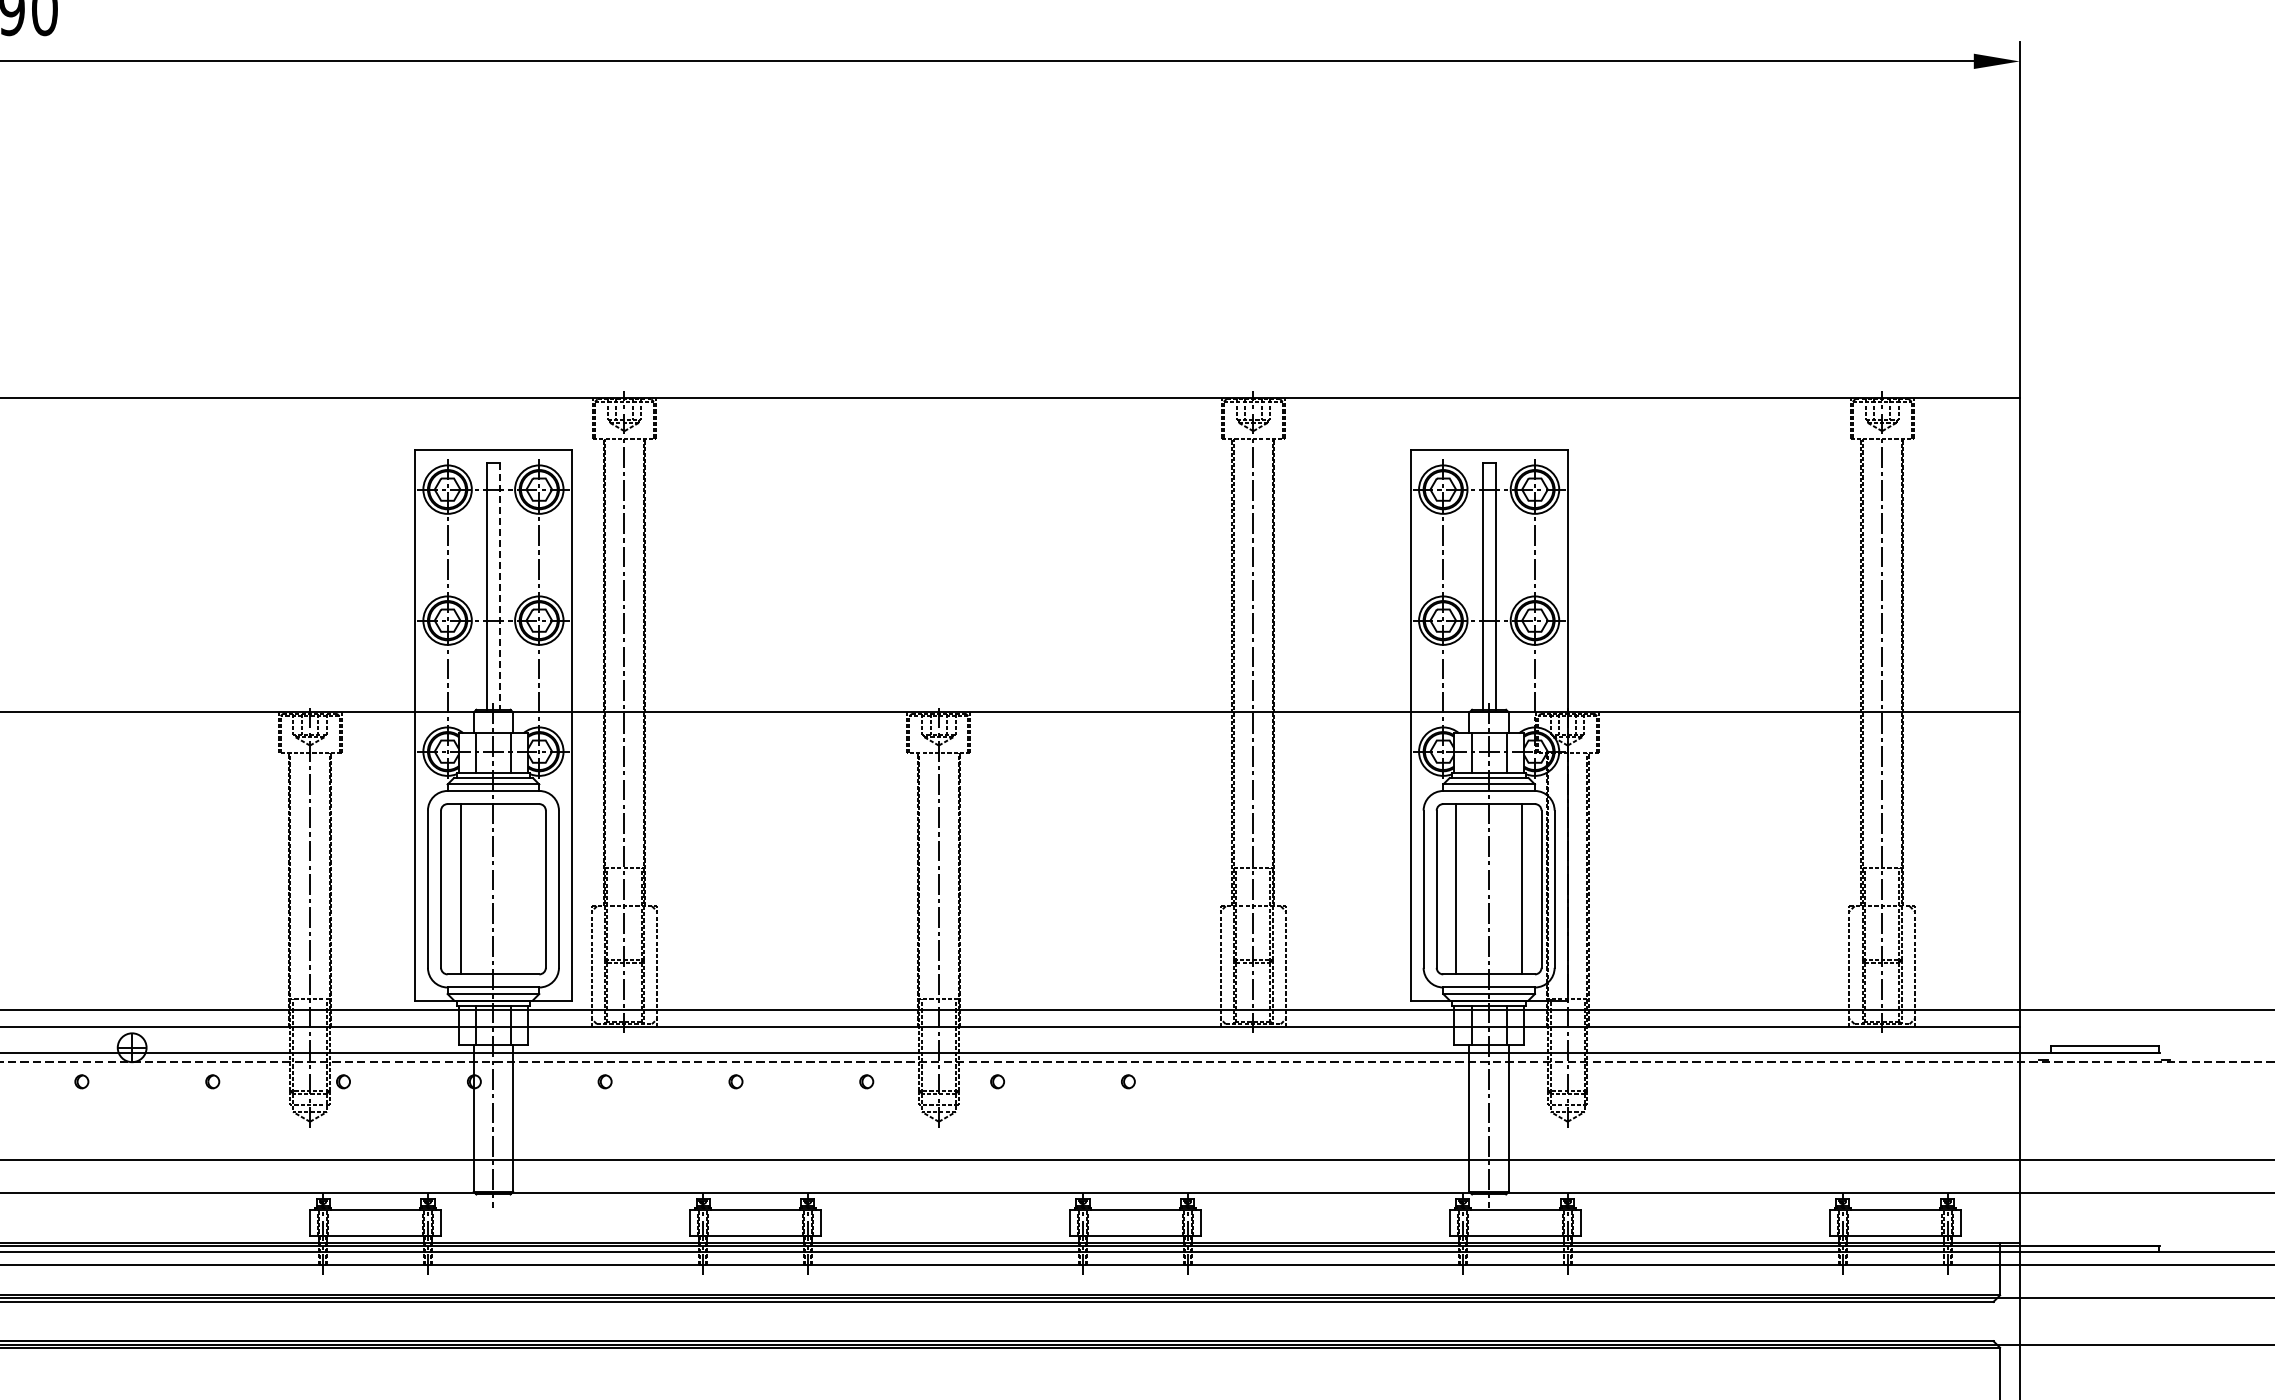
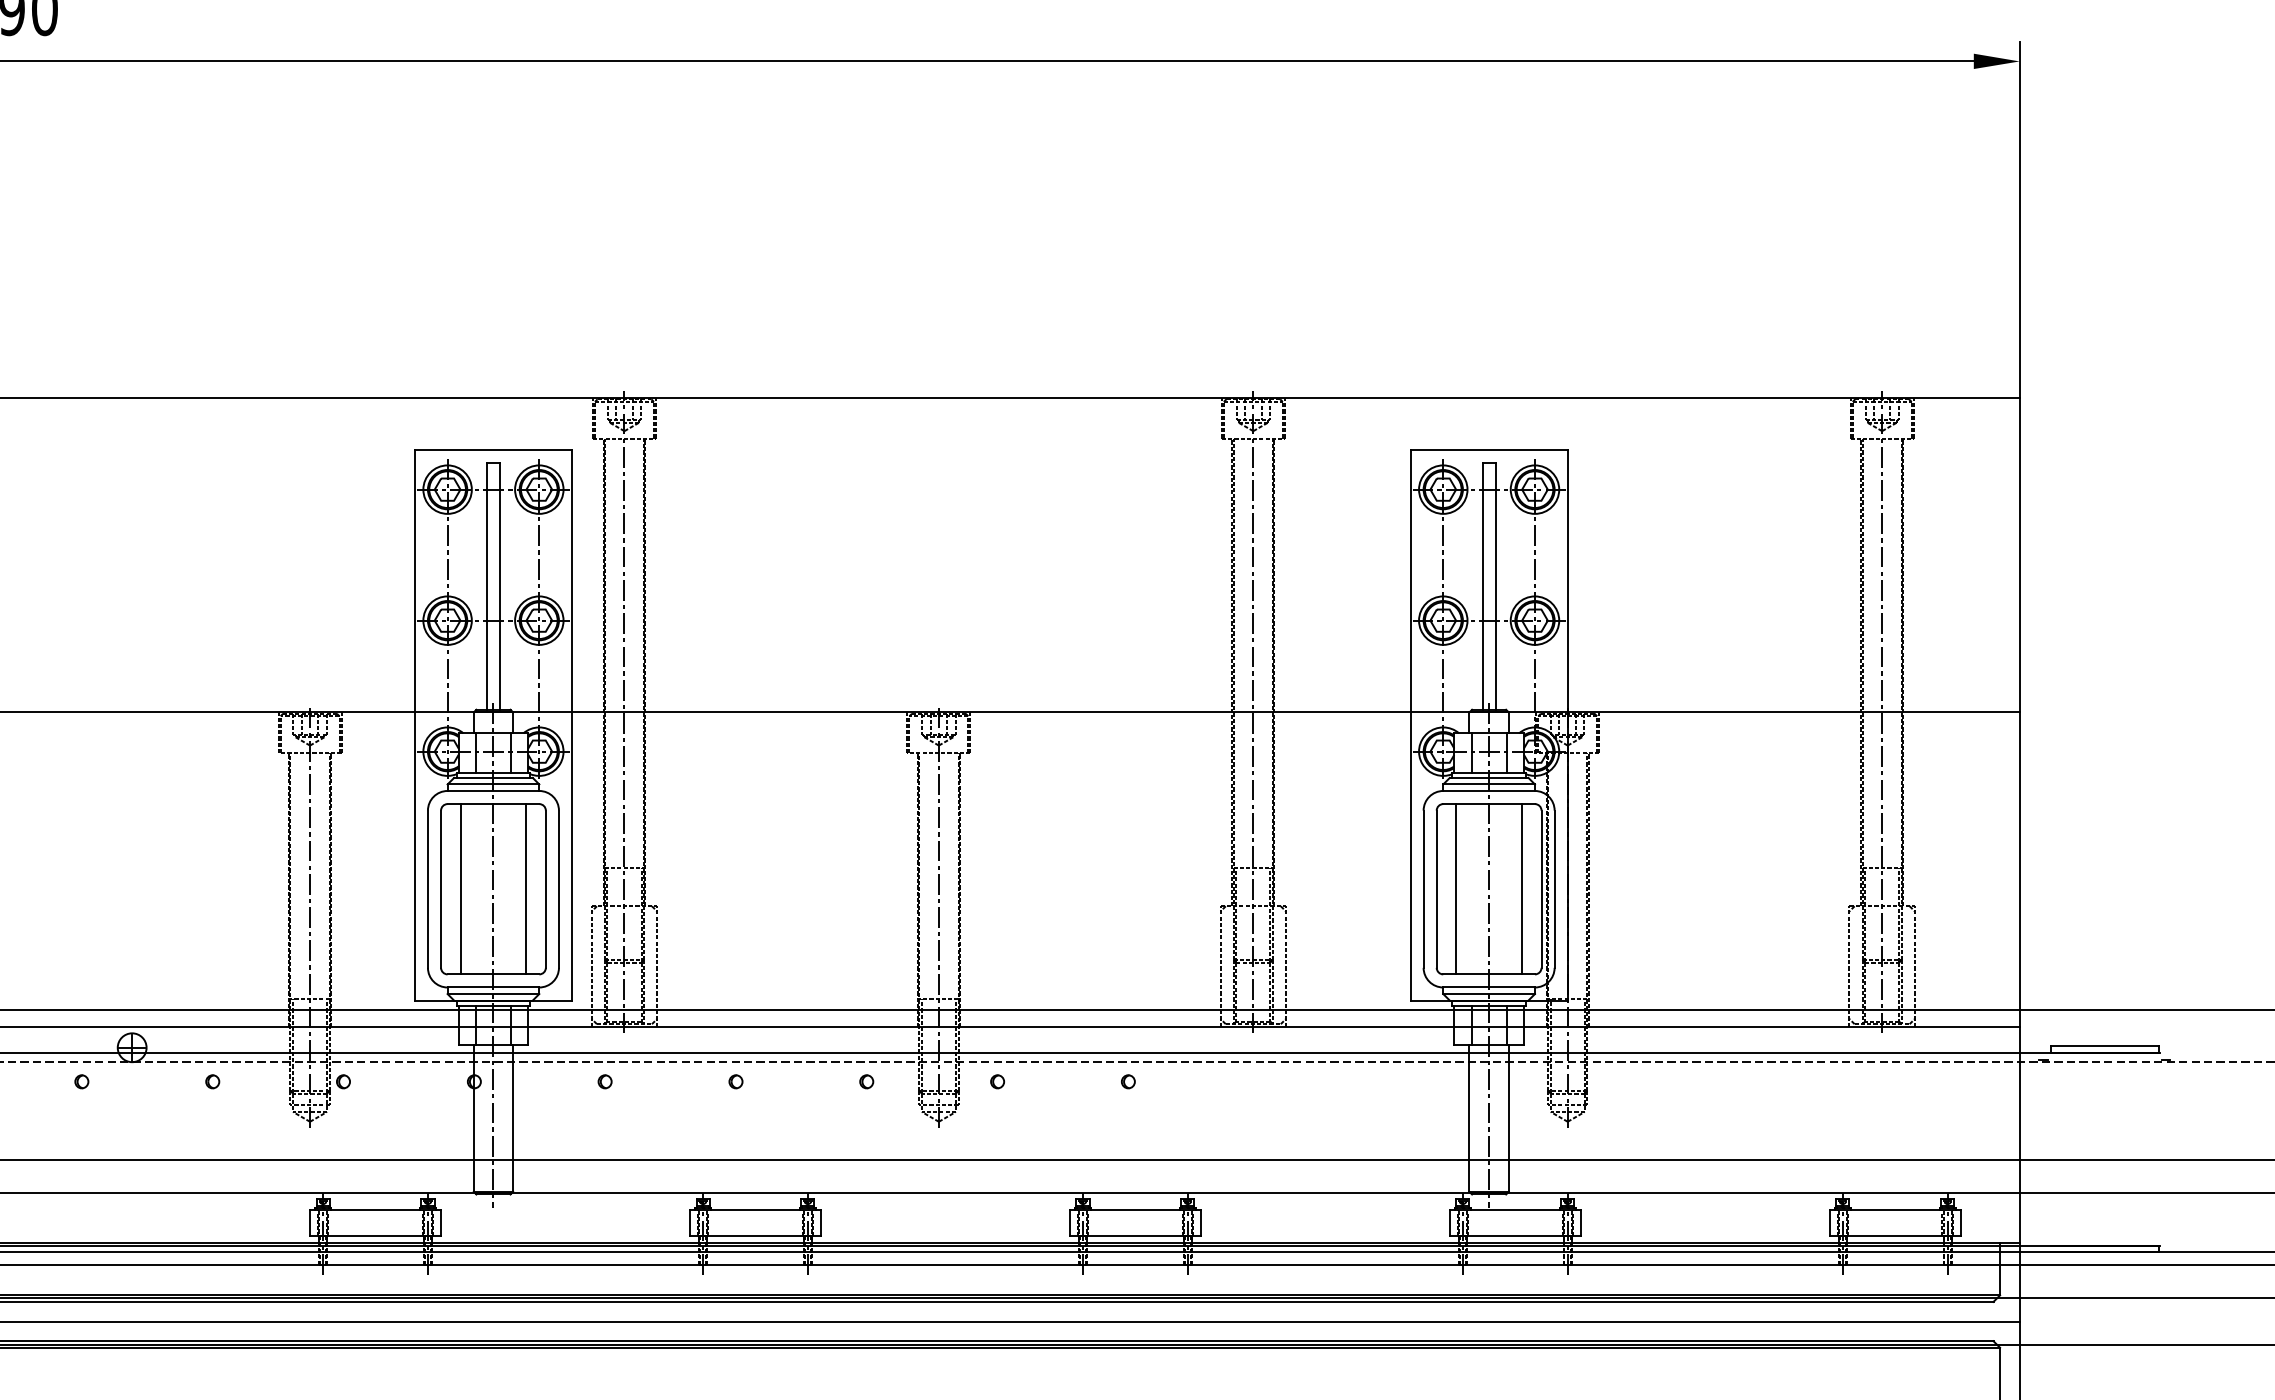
line at (500, 587): dashed -> solid
line at (526, 889): none -> present
line at (1010, 1321): none -> present
